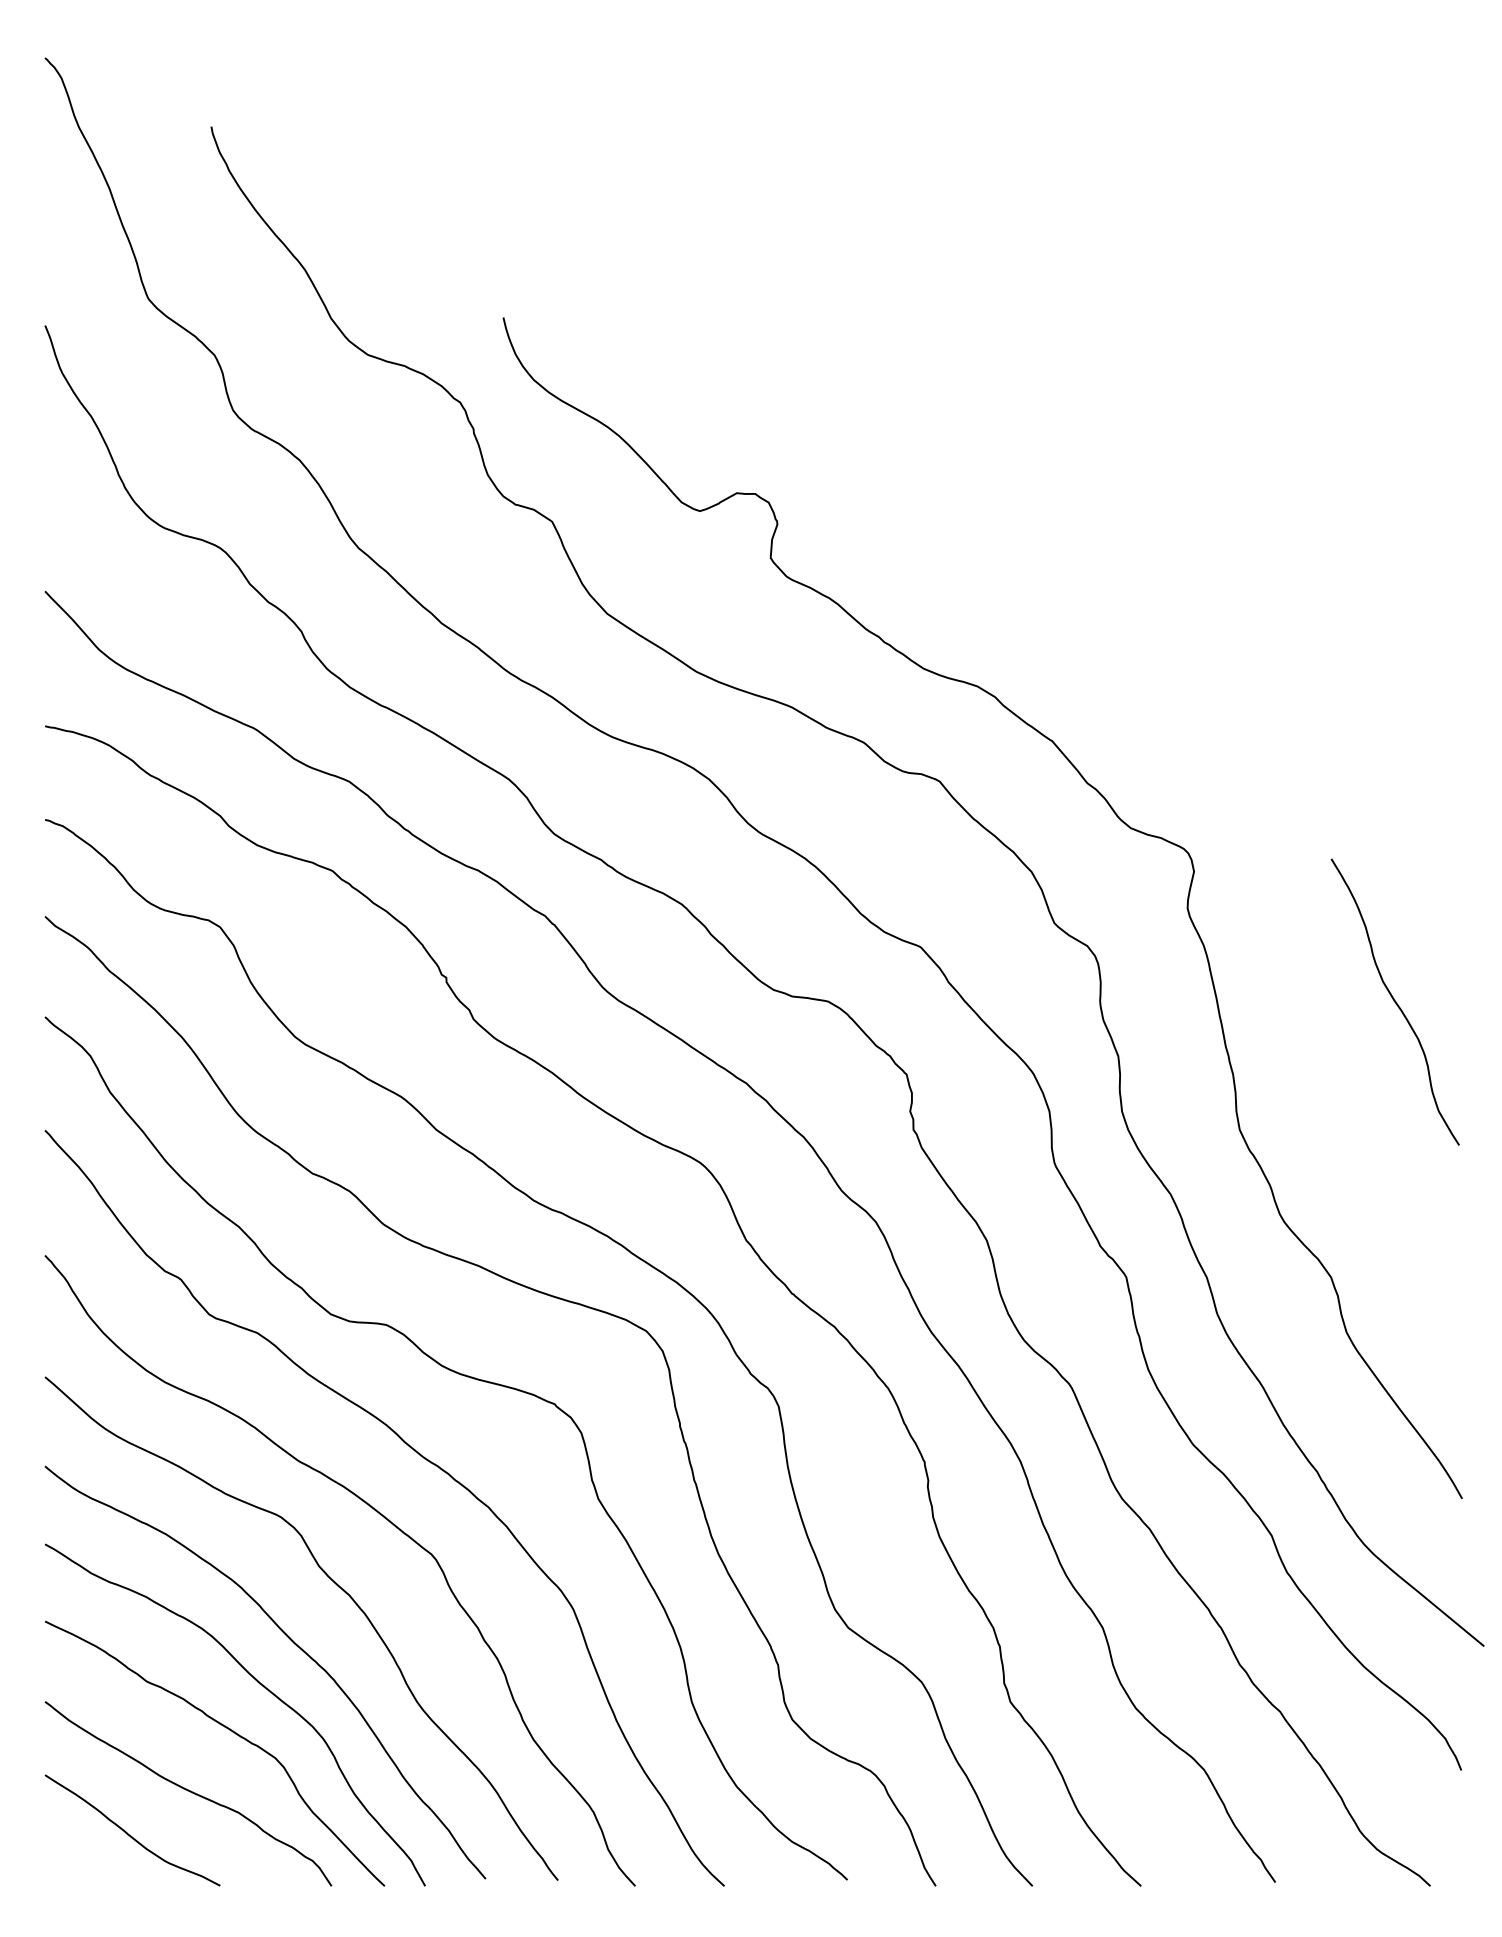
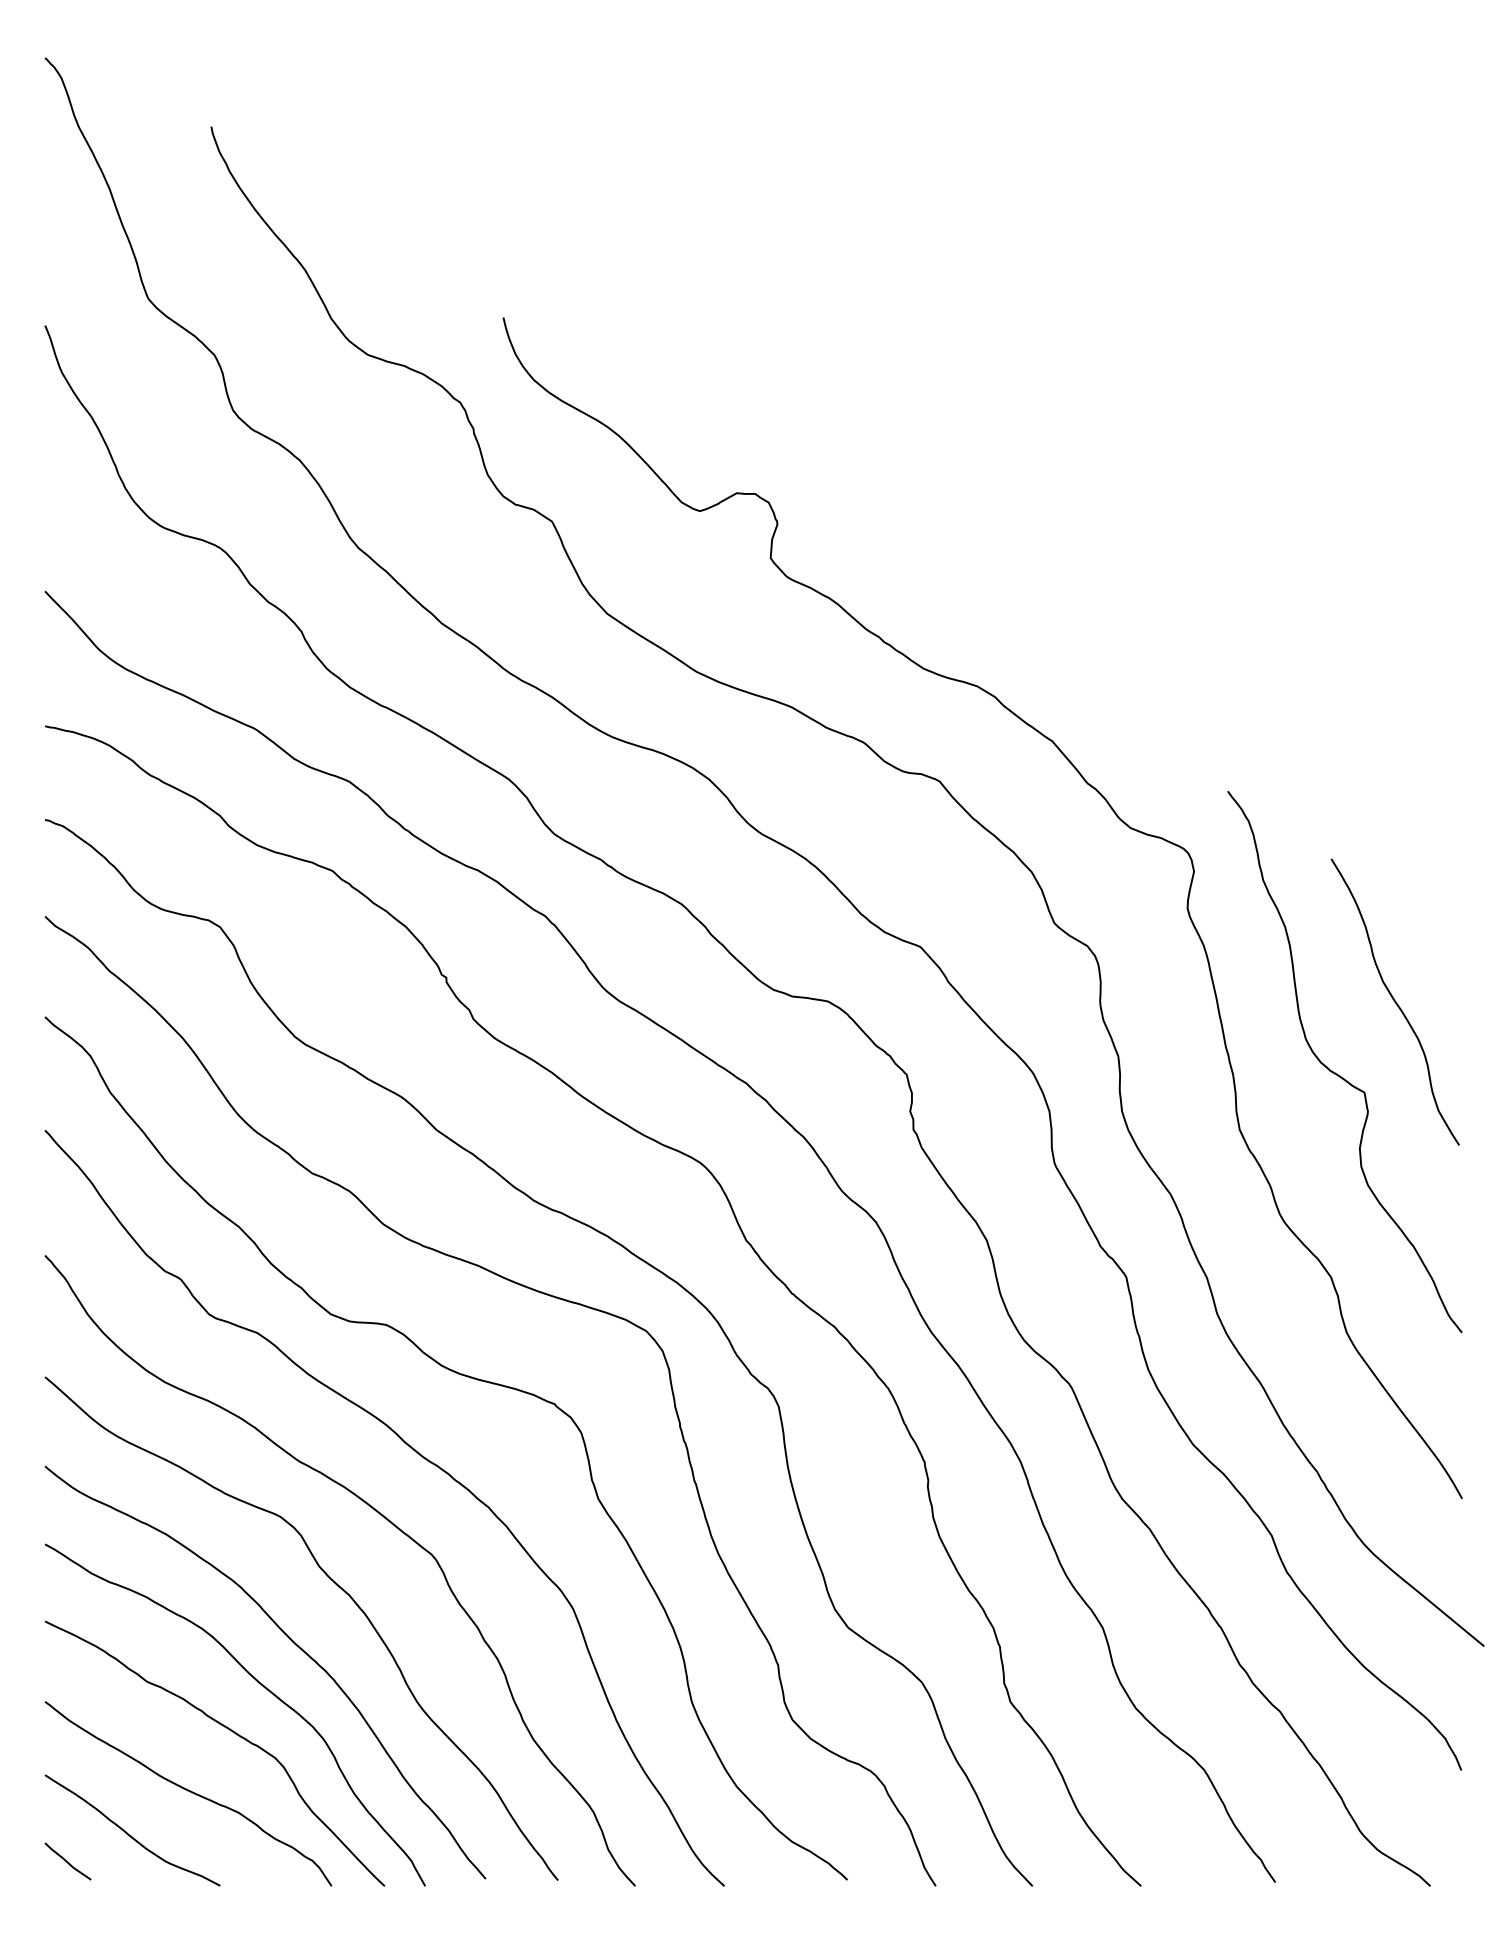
curve at (1337, 1073): none -> present
line at (67, 1861): none -> present
